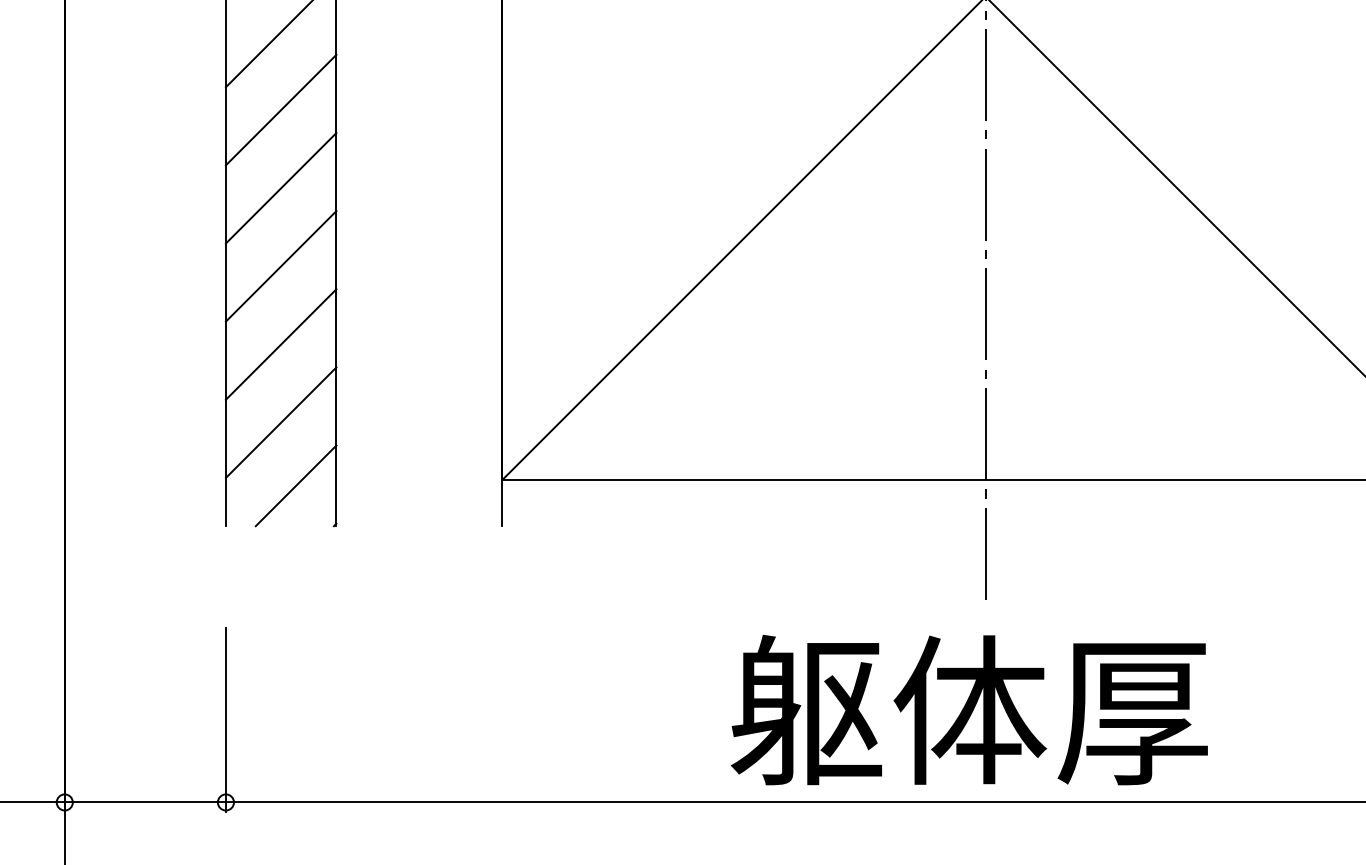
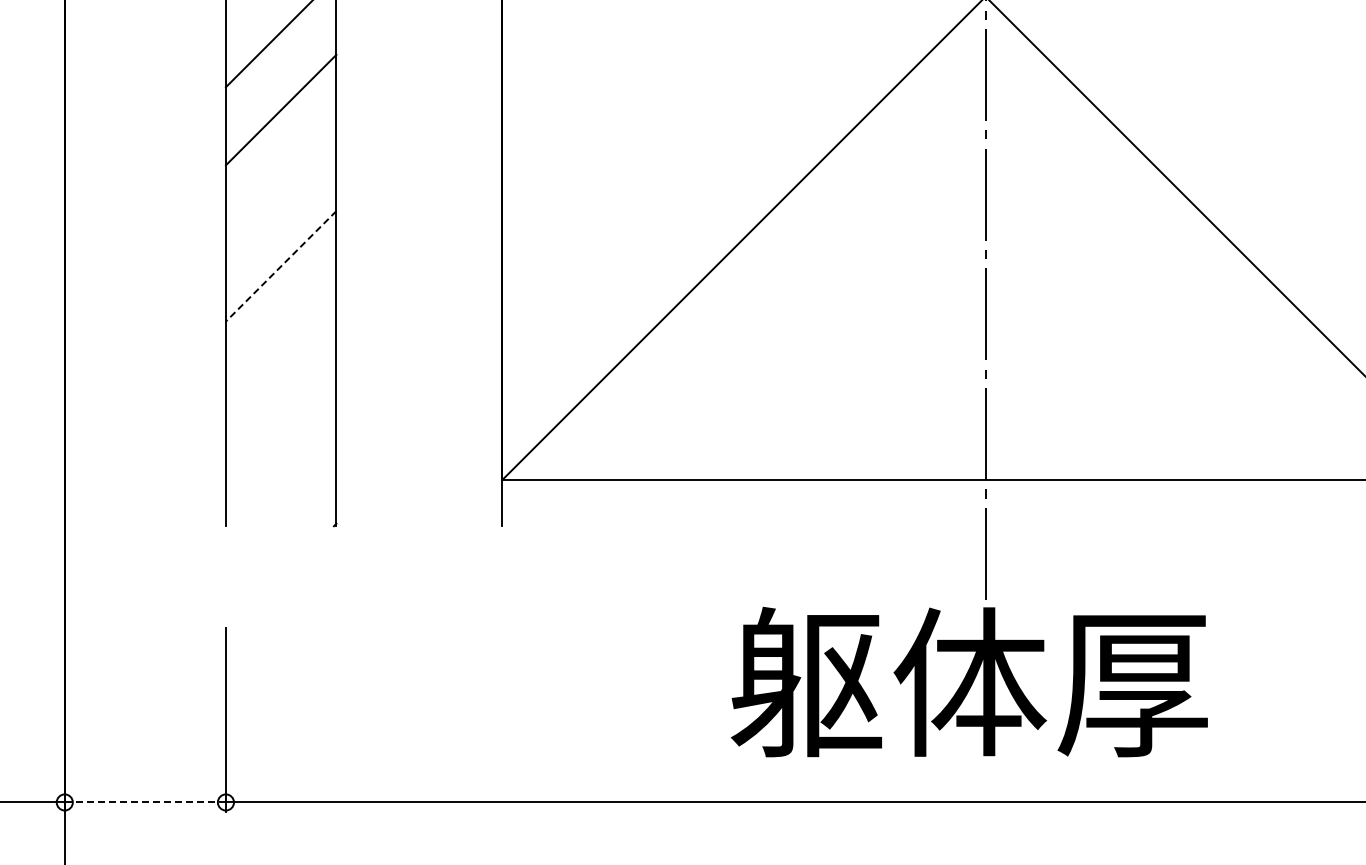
line at (280, 188): present -> none
line at (280, 266): solid -> dashed
line at (280, 344): present -> none
line at (280, 422): present -> none
line at (295, 485): present -> none
text at (968, 709) position: (968, 709) -> (968, 681)
line at (145, 802): solid -> dashed
